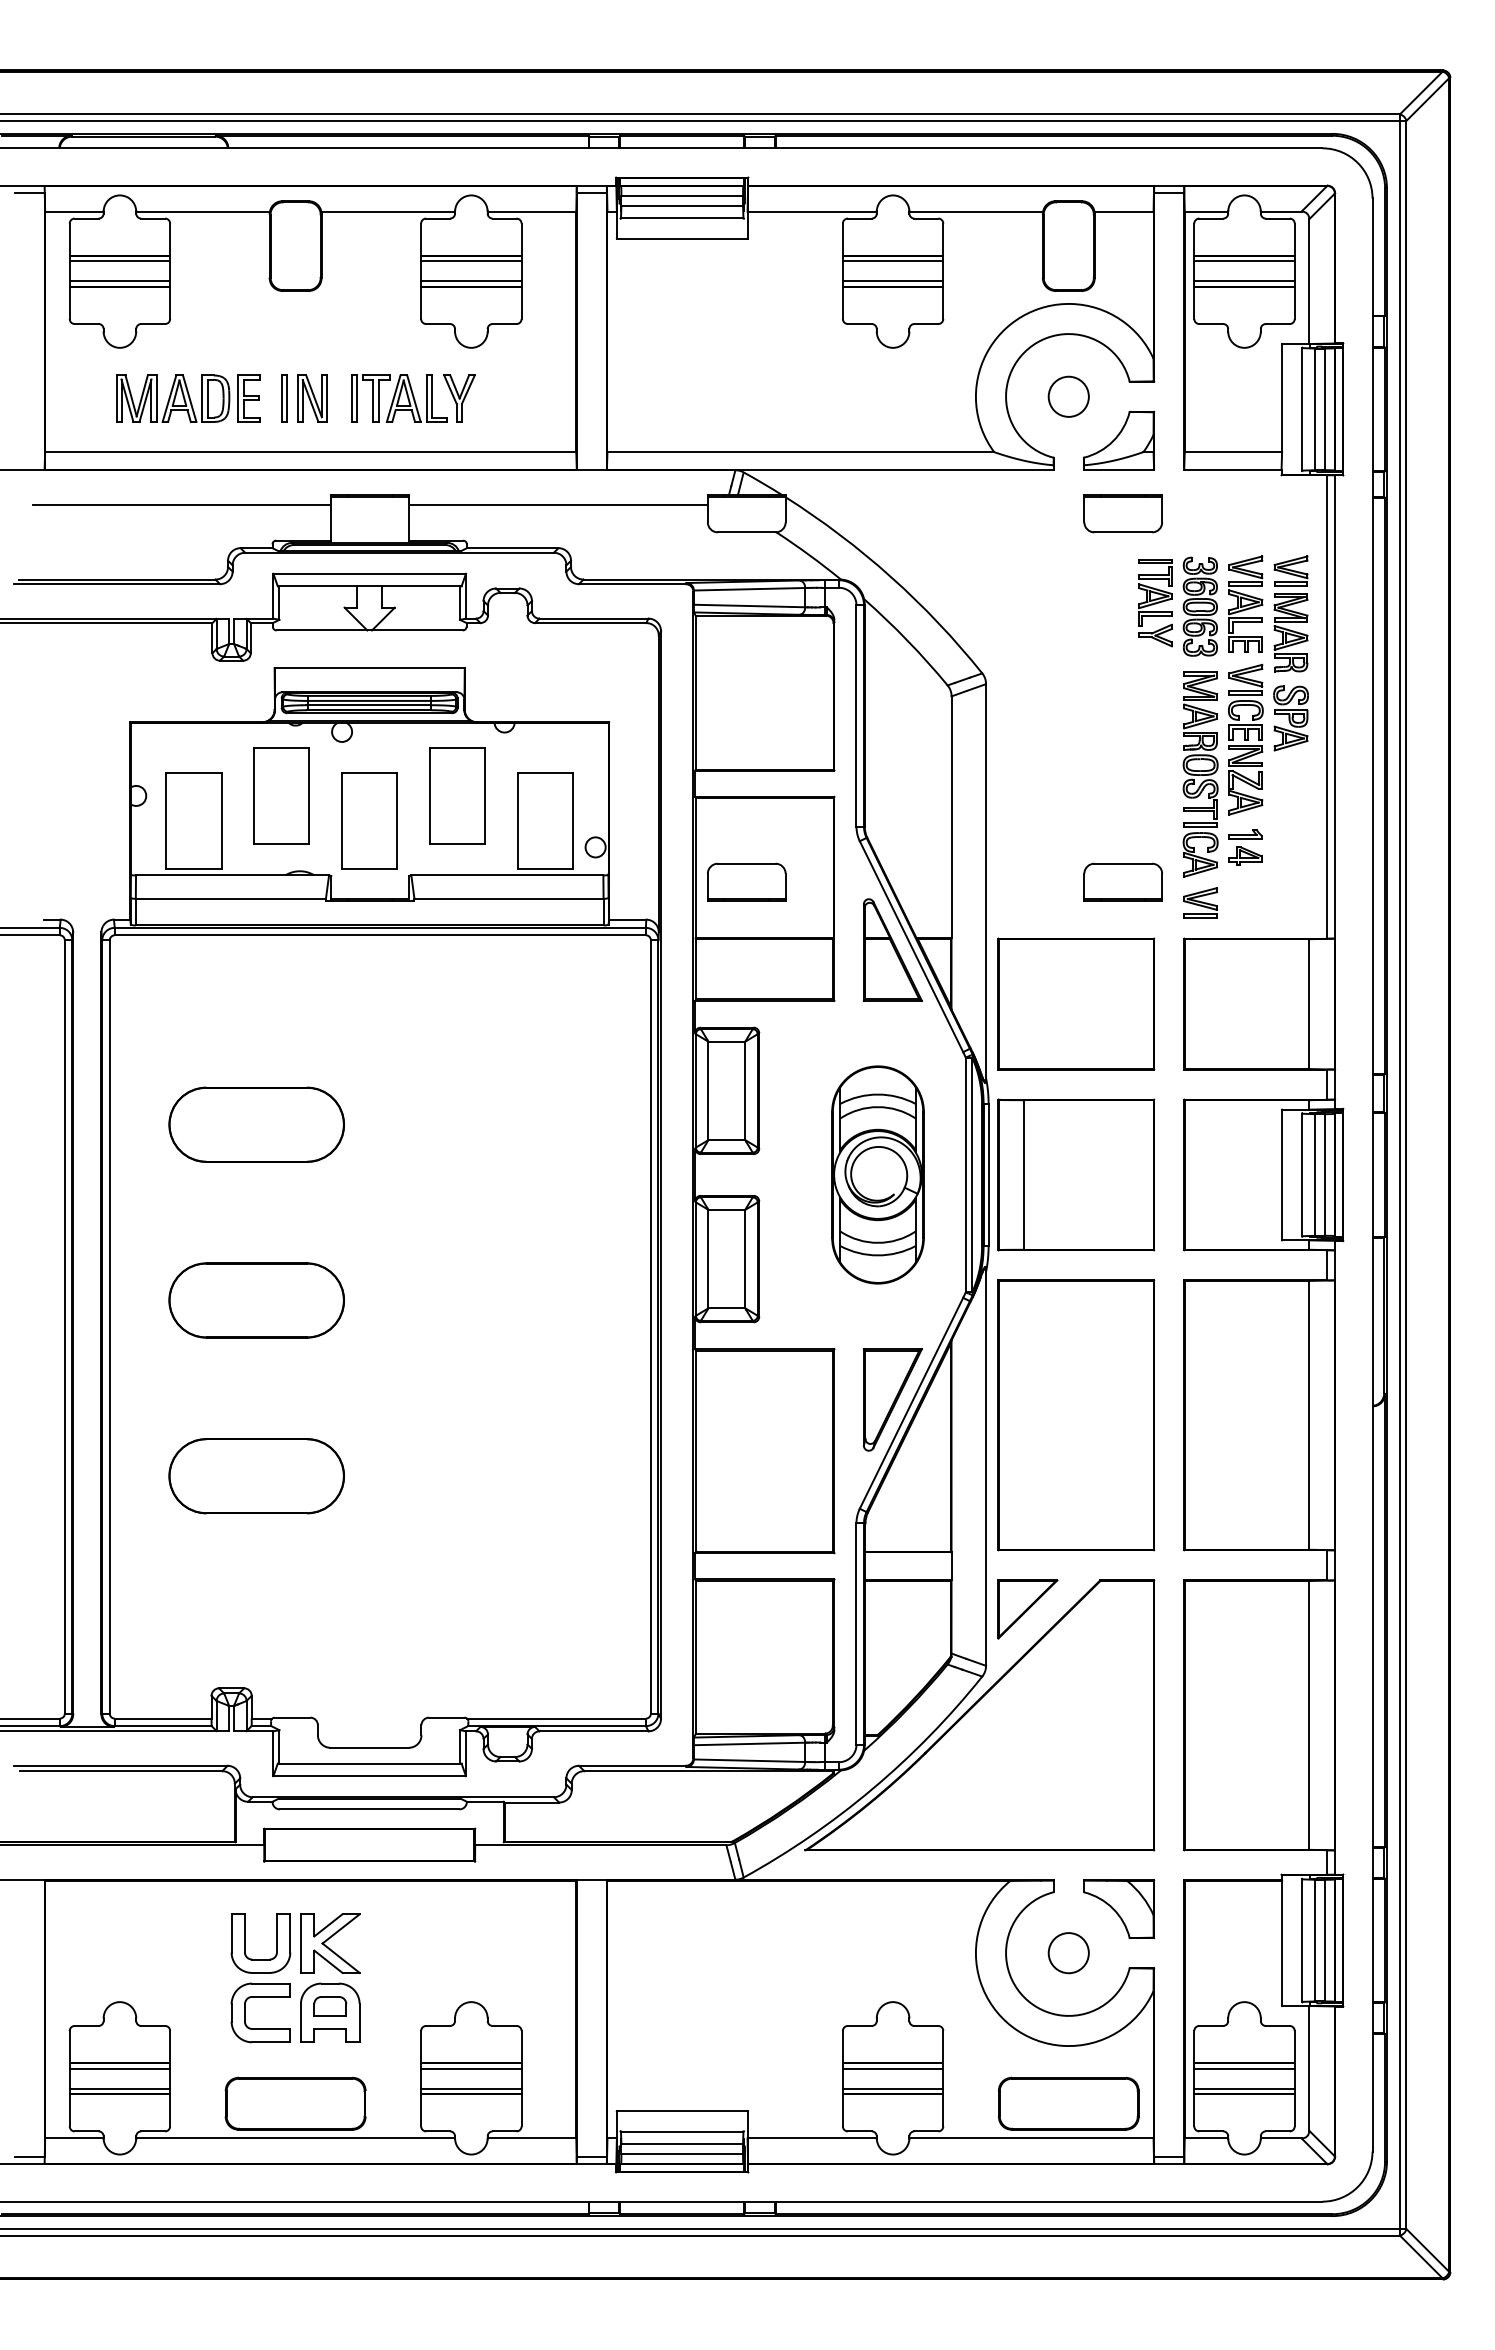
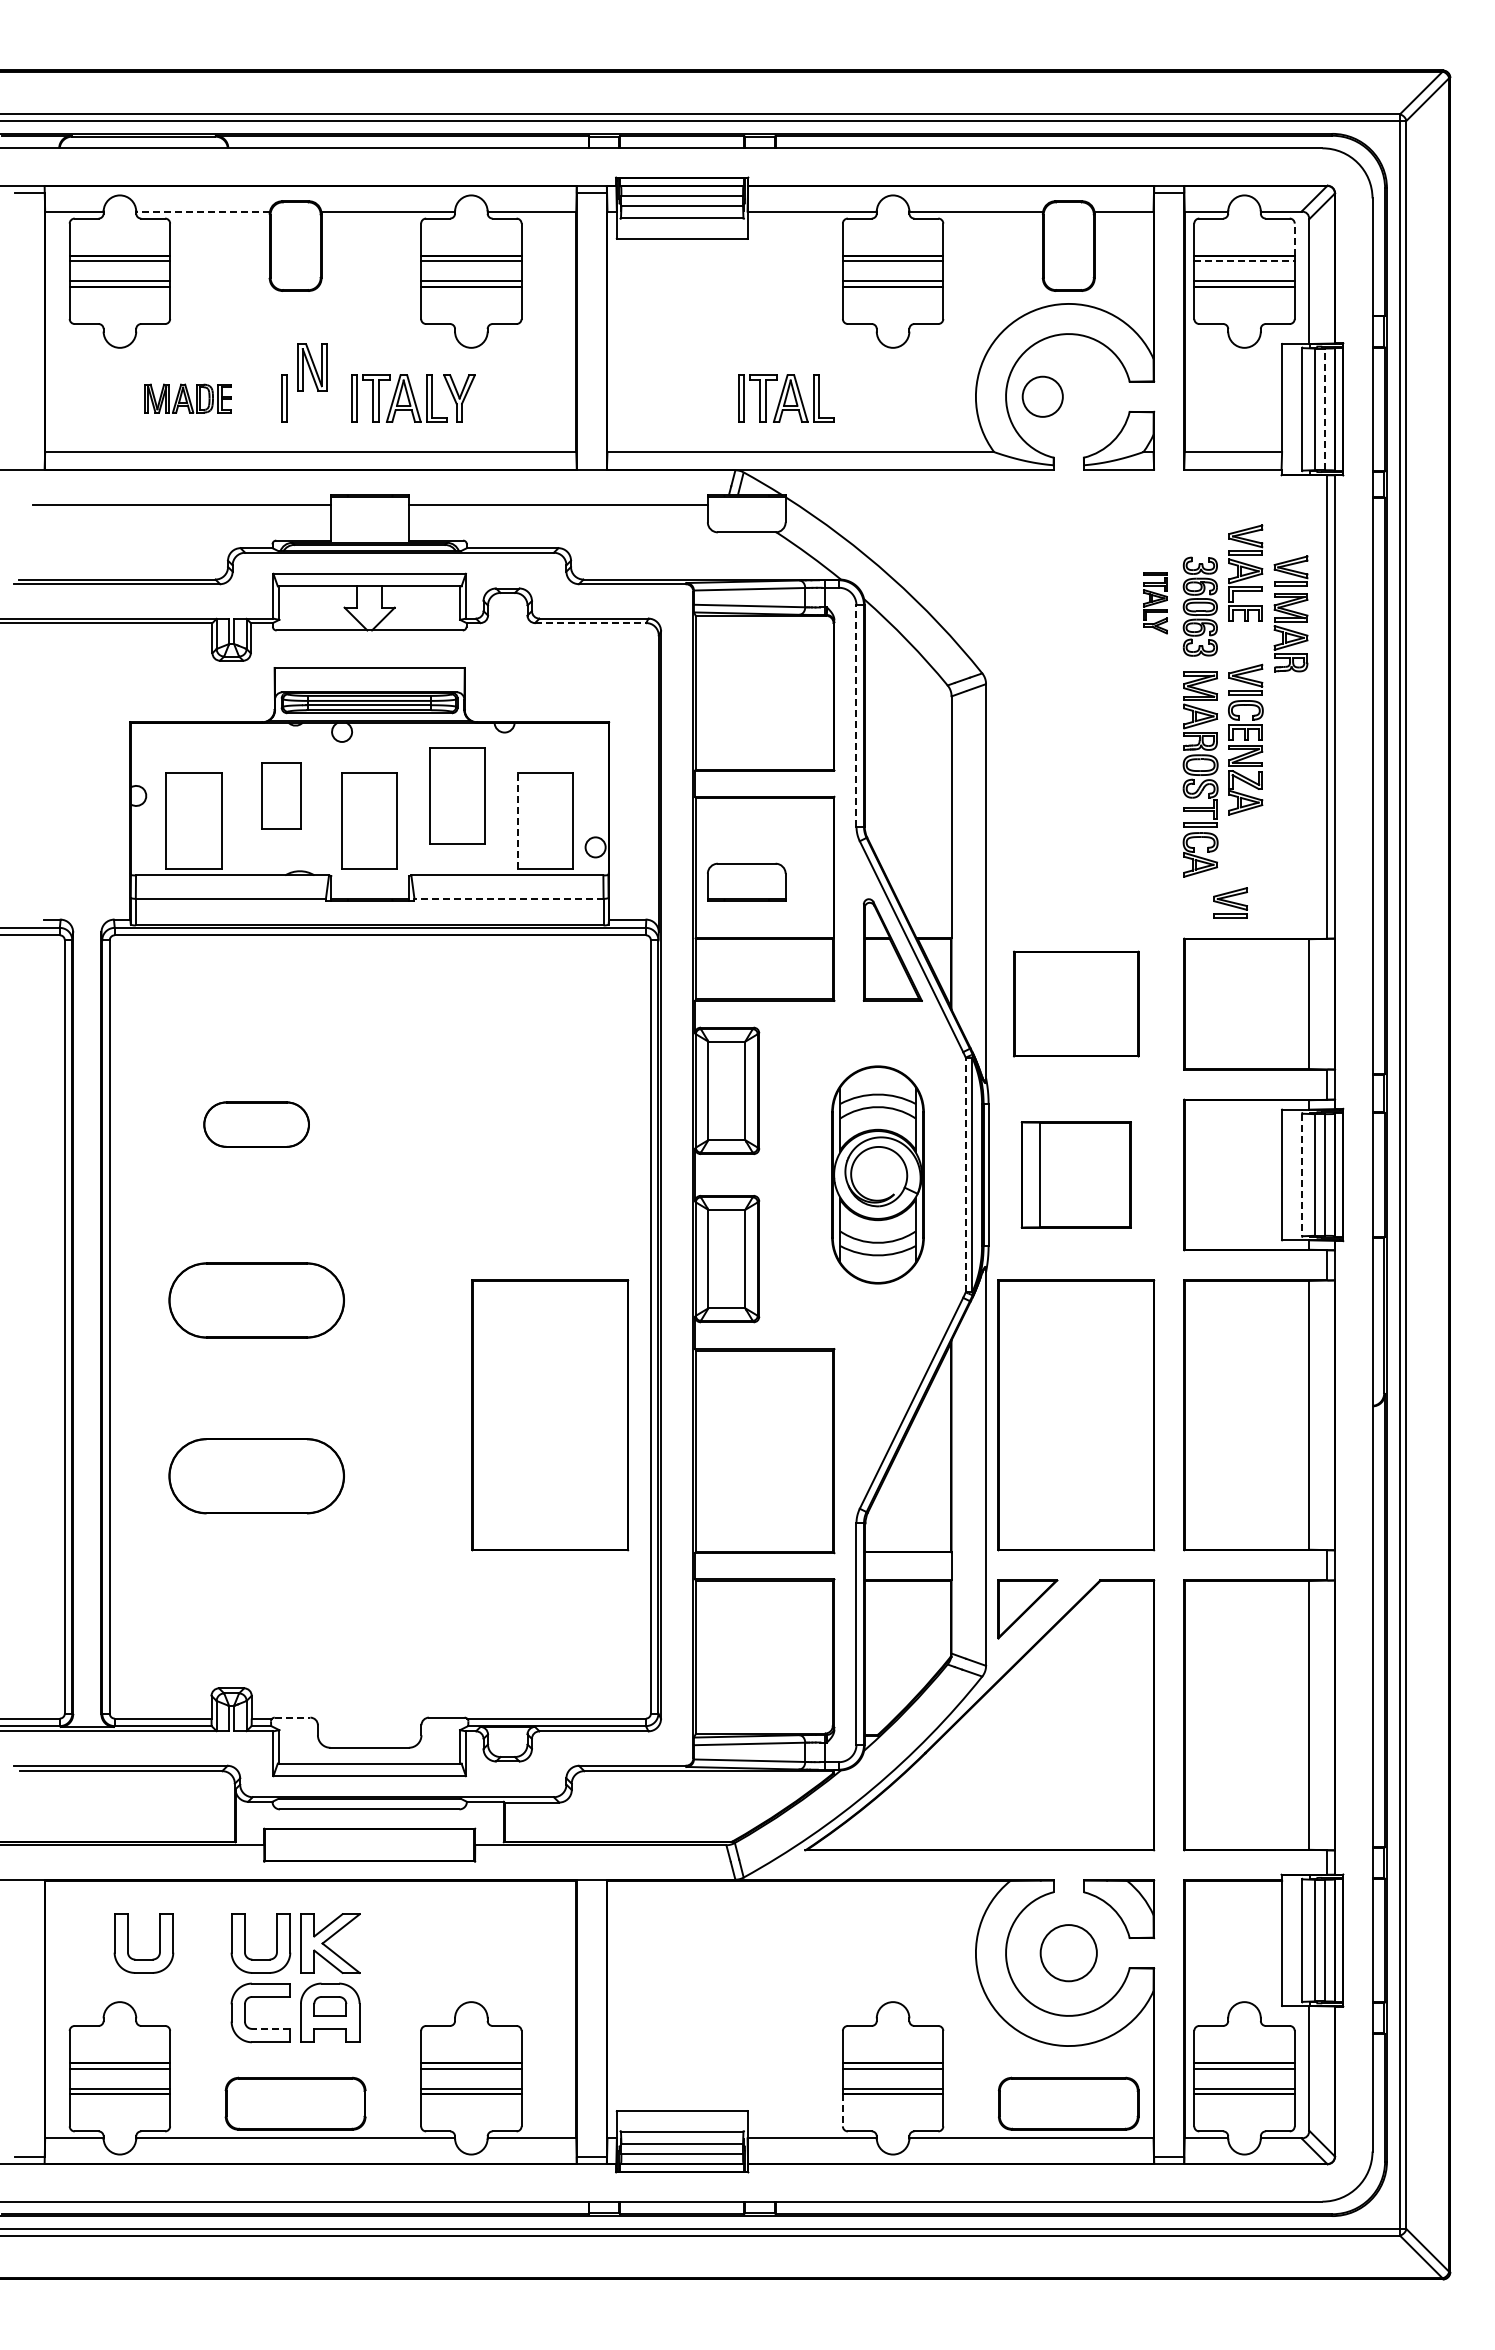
line at (203, 211): solid -> dashed
line at (1294, 239): solid -> dashed
line at (1245, 261): solid -> dashed
circle at (1068, 396) position: (1068, 396) -> (1042, 396)
part at (188, 398) size: 145x49 px -> 88x31 px
part at (312, 398) position: (312, 398) -> (312, 367)
part at (786, 398): none -> present
line at (1324, 409): solid -> dashed
part at (1122, 513): present -> none
part at (1155, 603) size: 35x89 px -> 25x63 px
part at (1245, 603) position: (1245, 603) -> (1245, 572)
line at (590, 623): solid -> dashed
line at (856, 716): solid -> dashed
part at (1290, 718): present -> none
part at (281, 795) size: 57x98 px -> 41x68 px
line at (517, 821): solid -> dashed
part at (1245, 847): present -> none
part at (1122, 881): present -> none
line at (509, 898): solid -> dashed
part at (1200, 902) position: (1200, 902) -> (1230, 902)
part at (1076, 1003) size: 159x134 px -> 127x108 px
part at (256, 1124) size: 177x77 px -> 107x47 px
line at (965, 1174): solid -> dashed
part at (1076, 1174) size: 159x154 px -> 112x108 px
line at (1302, 1175): solid -> dashed
part at (892, 1399): present -> none
part at (550, 1415): none -> present
line at (292, 1717): solid -> dashed
part at (128, 1943): none -> present
circle at (1068, 1953) diameter: 40 px -> 56 px
line at (270, 2028): solid -> dashed
line at (842, 2110): solid -> dashed
